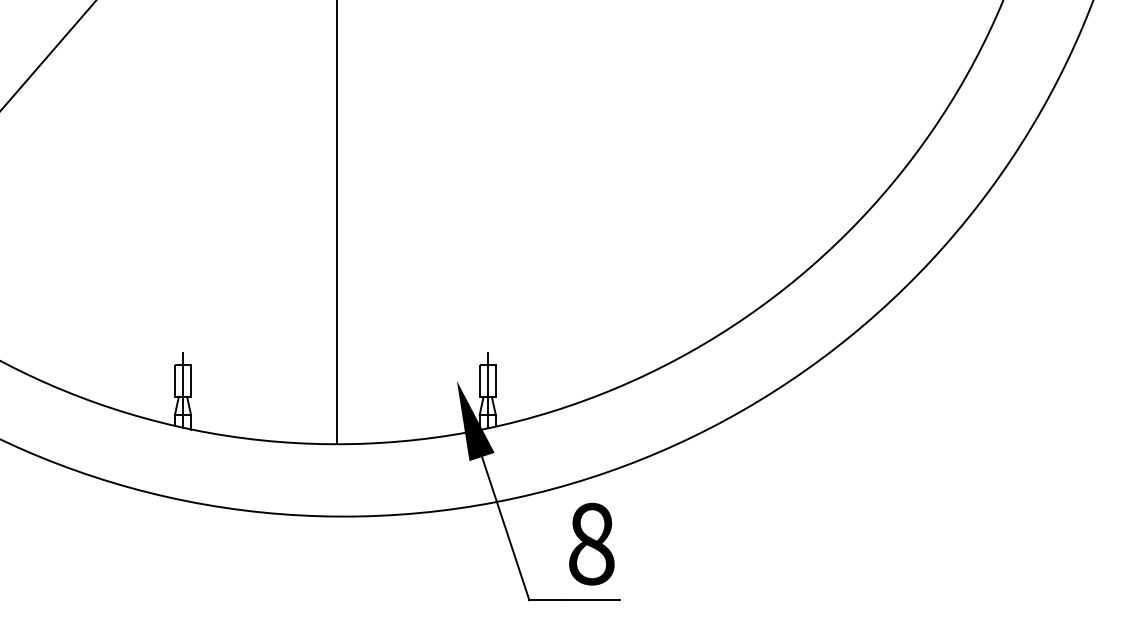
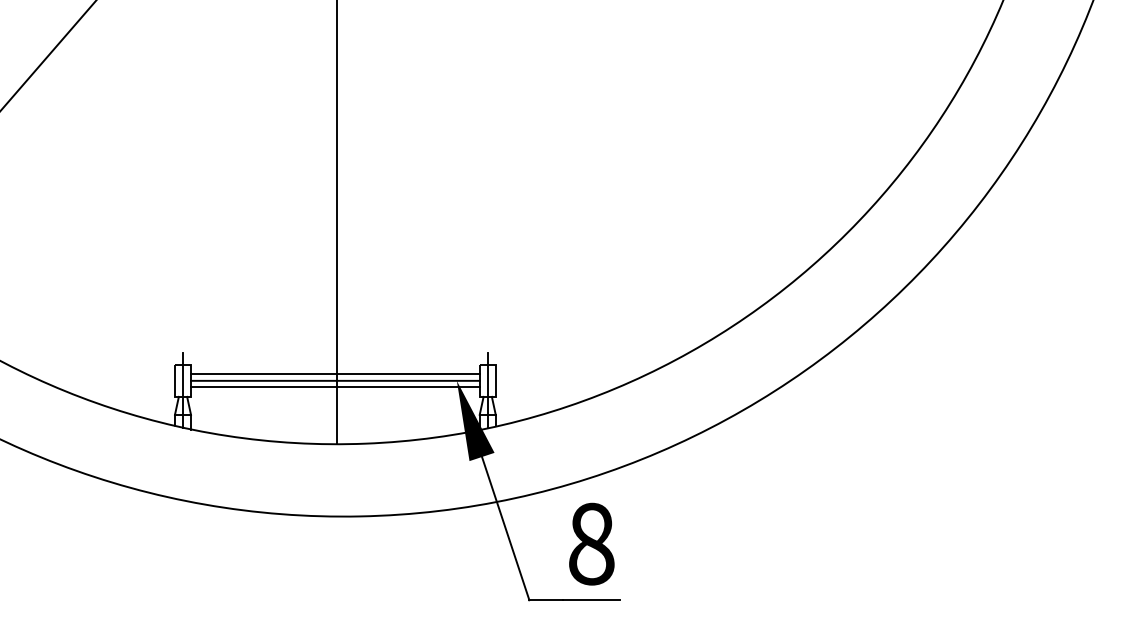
line at (335, 374): none -> present
line at (335, 380): none -> present
line at (335, 387): none -> present
